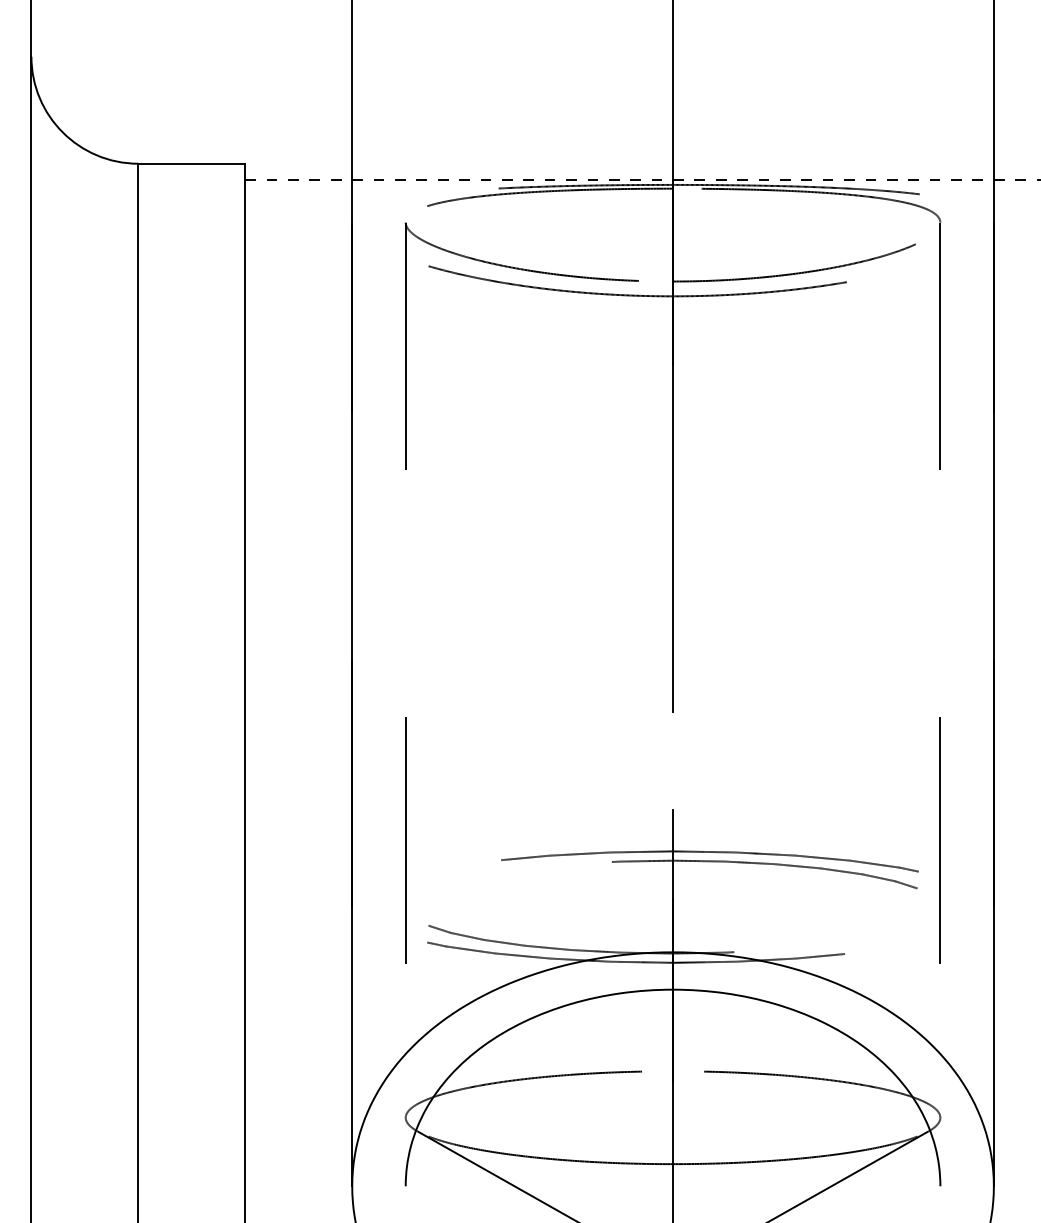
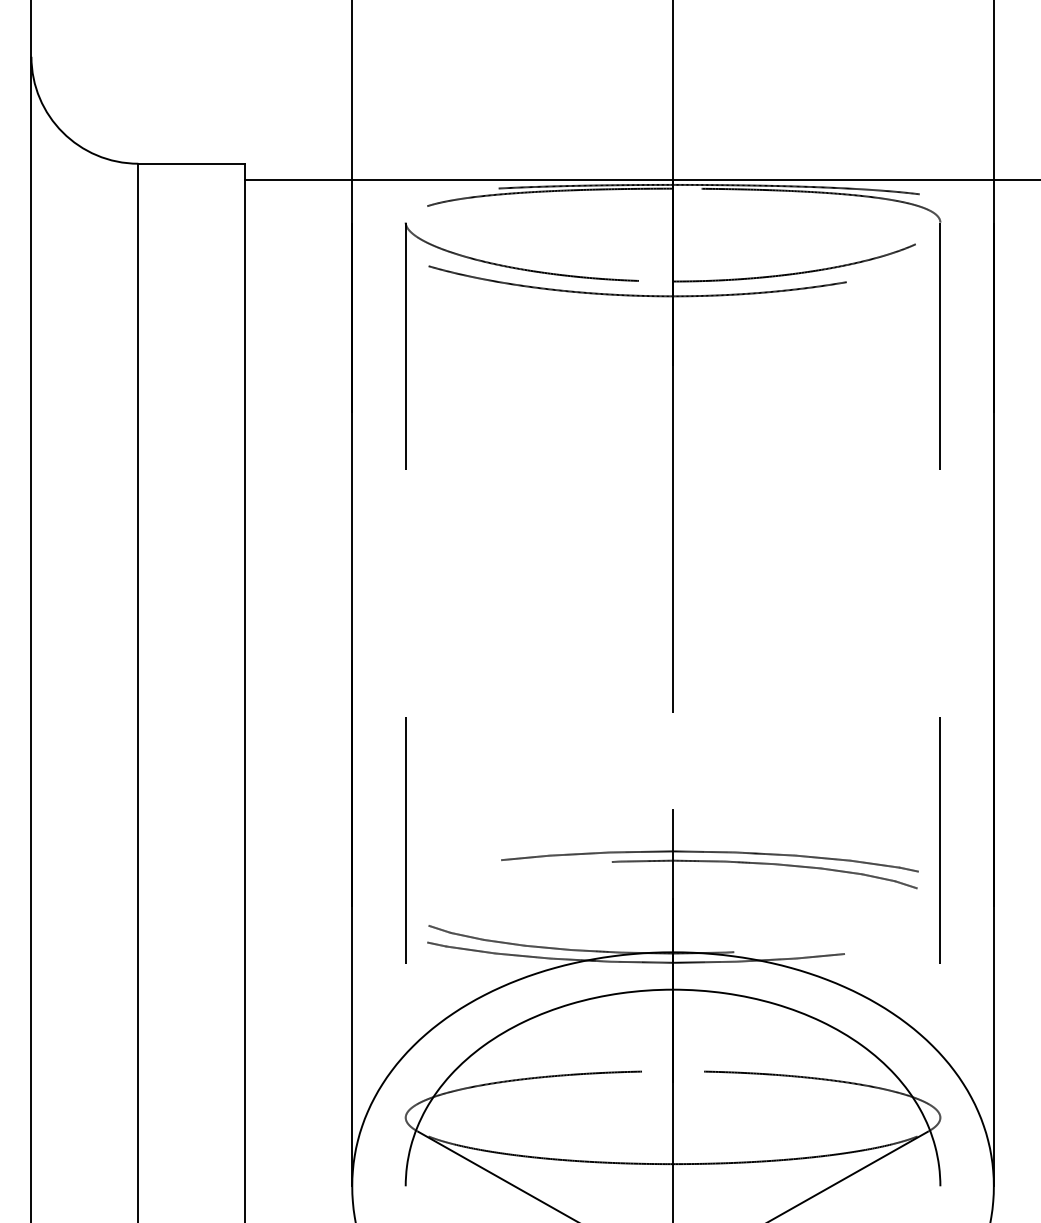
line at (643, 179): dashed -> solid
